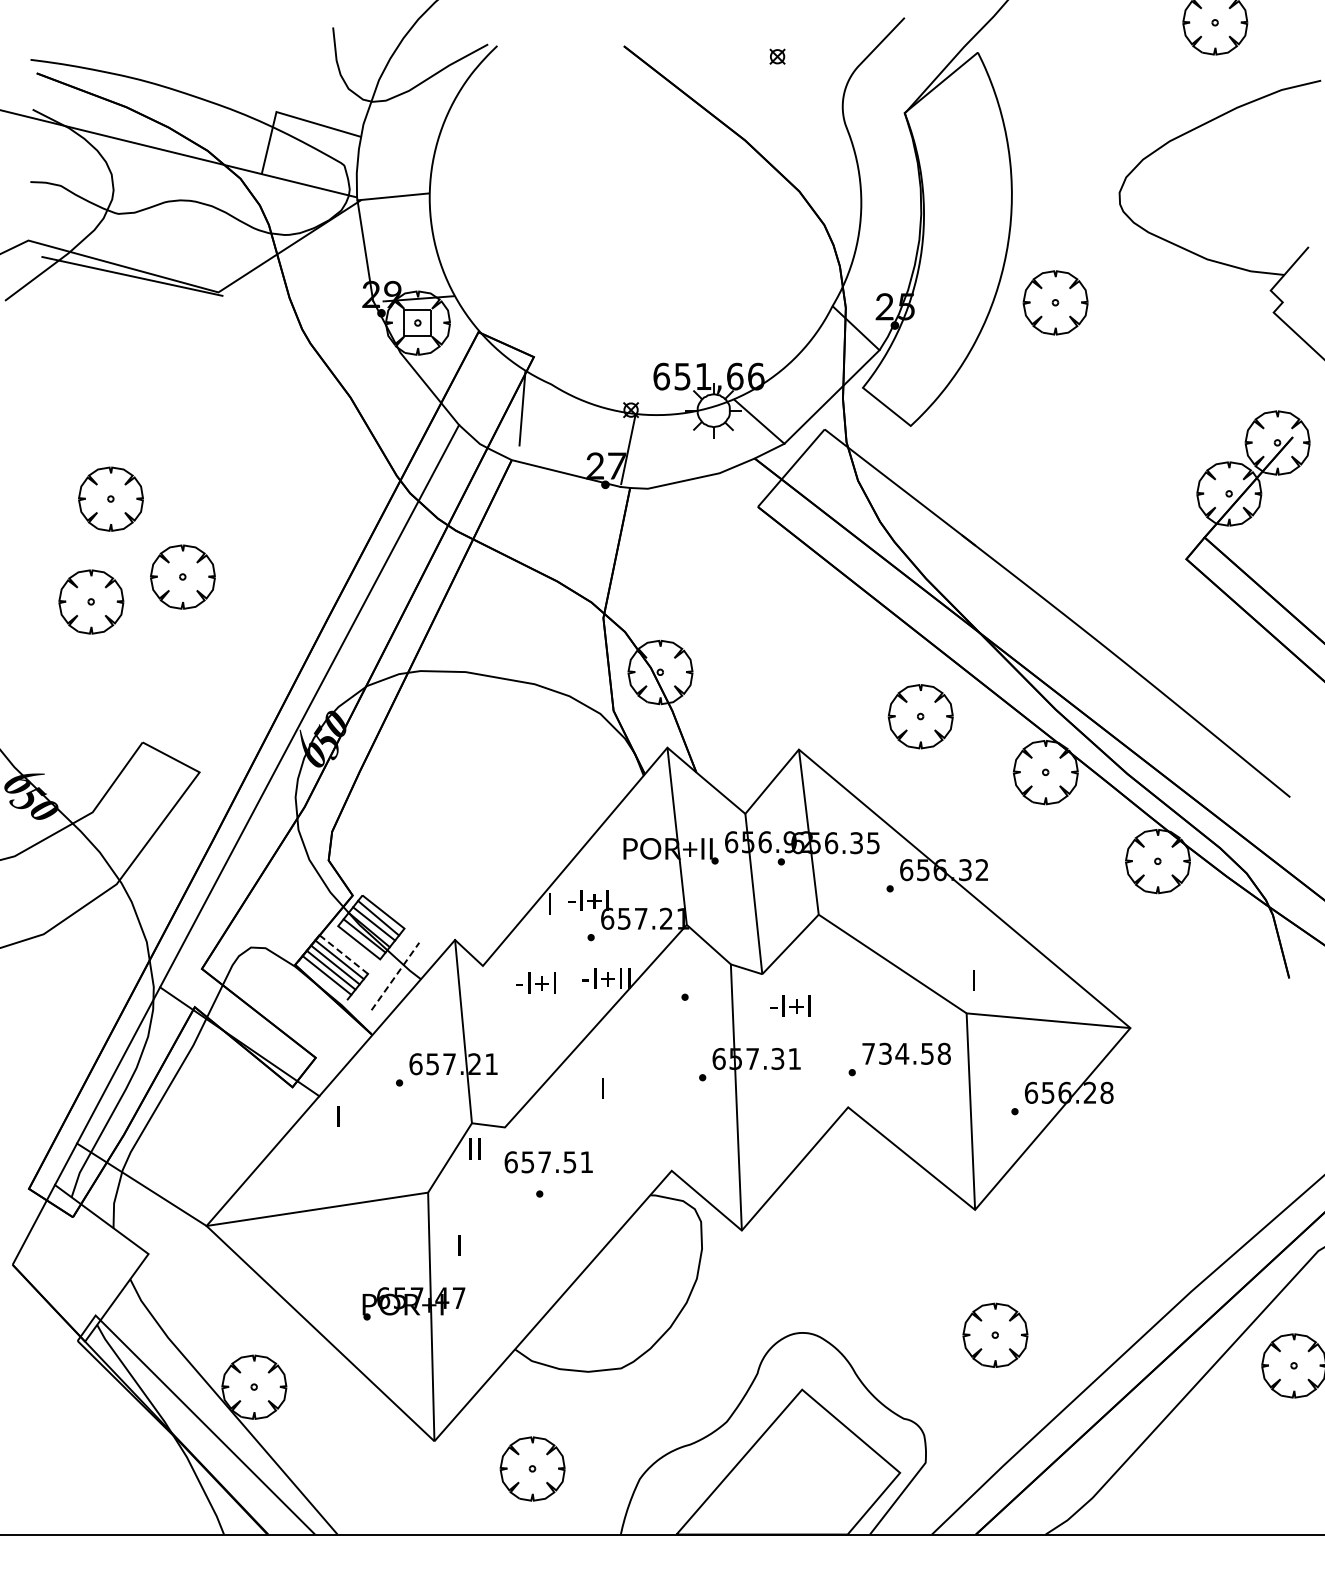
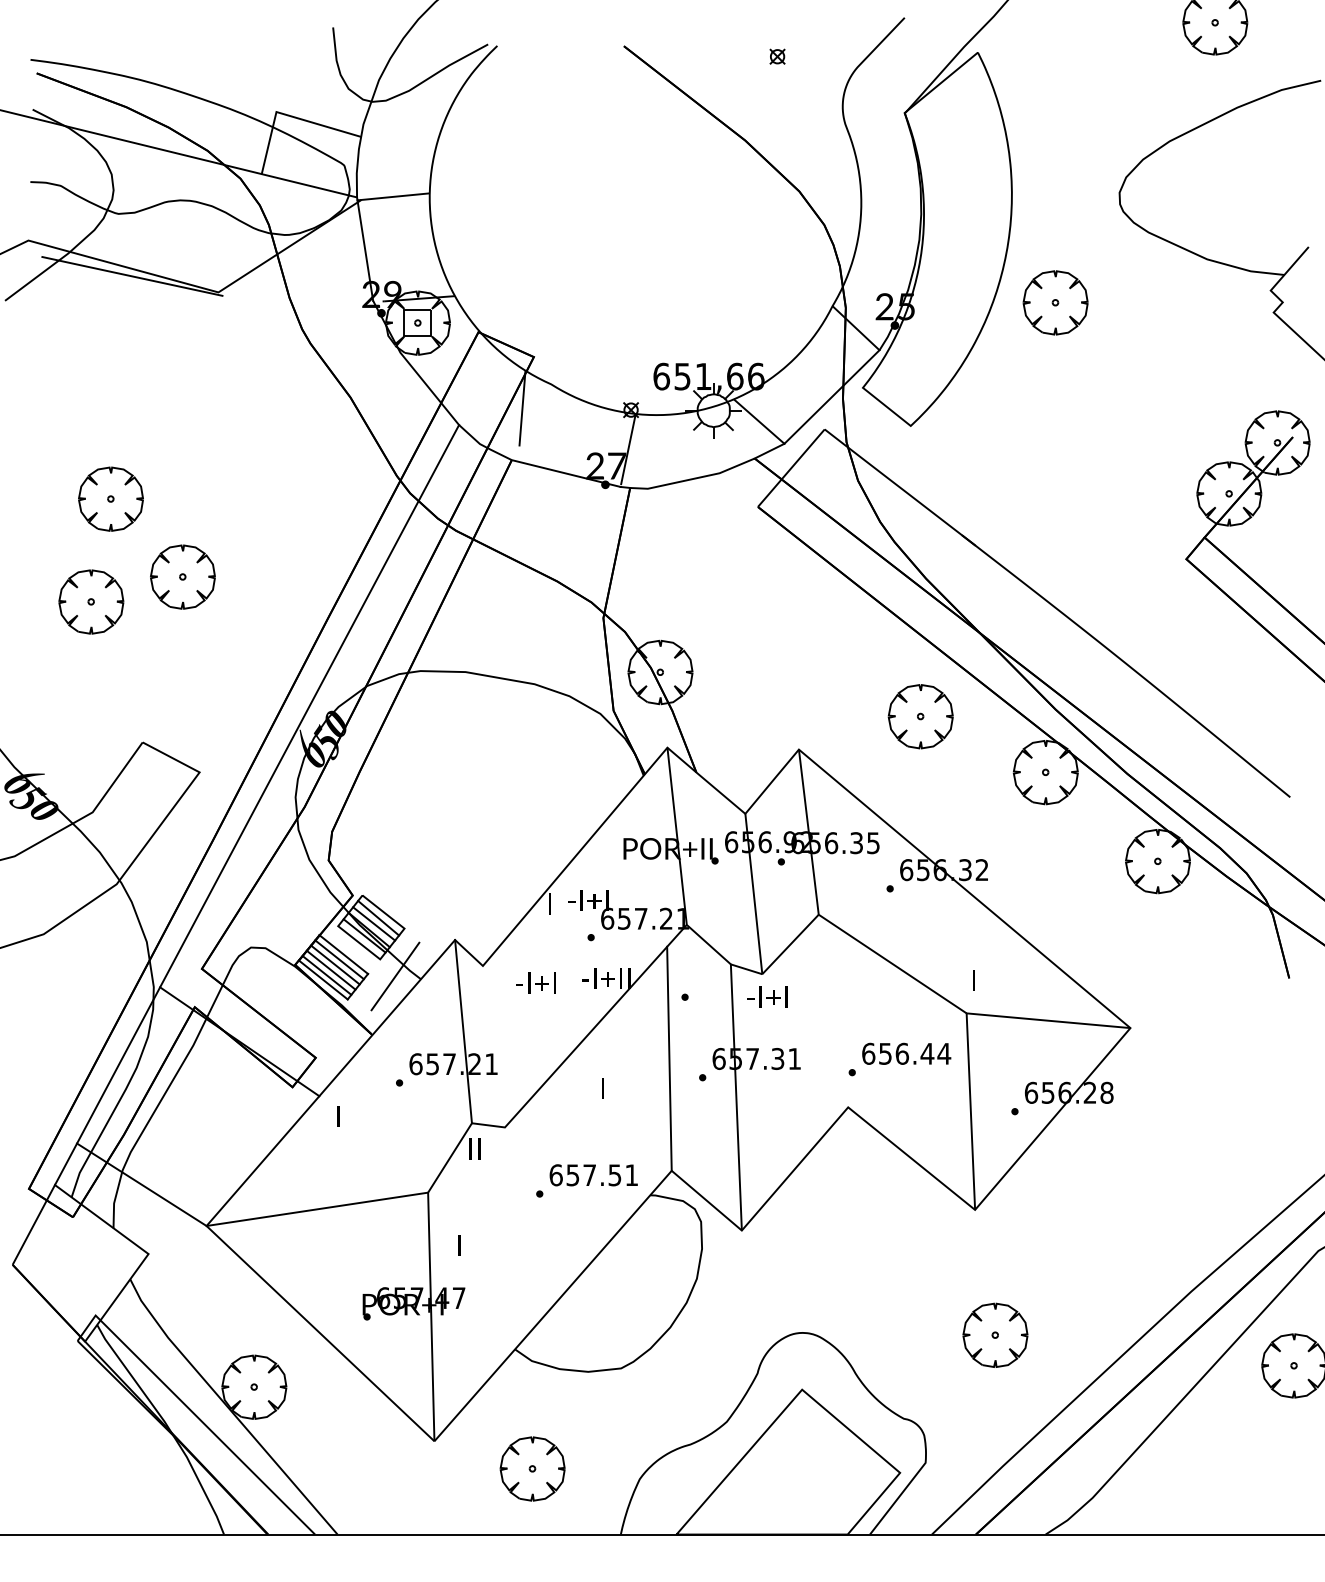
line at (343, 954): dashed -> solid
line at (395, 976): dashed -> solid
line at (323, 979): none -> present
text at (790, 1005) position: (790, 1005) -> (767, 996)
text at (906, 1053): 734.58 -> 656.44
line at (669, 1058): none -> present
text at (548, 1162) position: (548, 1162) -> (593, 1175)
